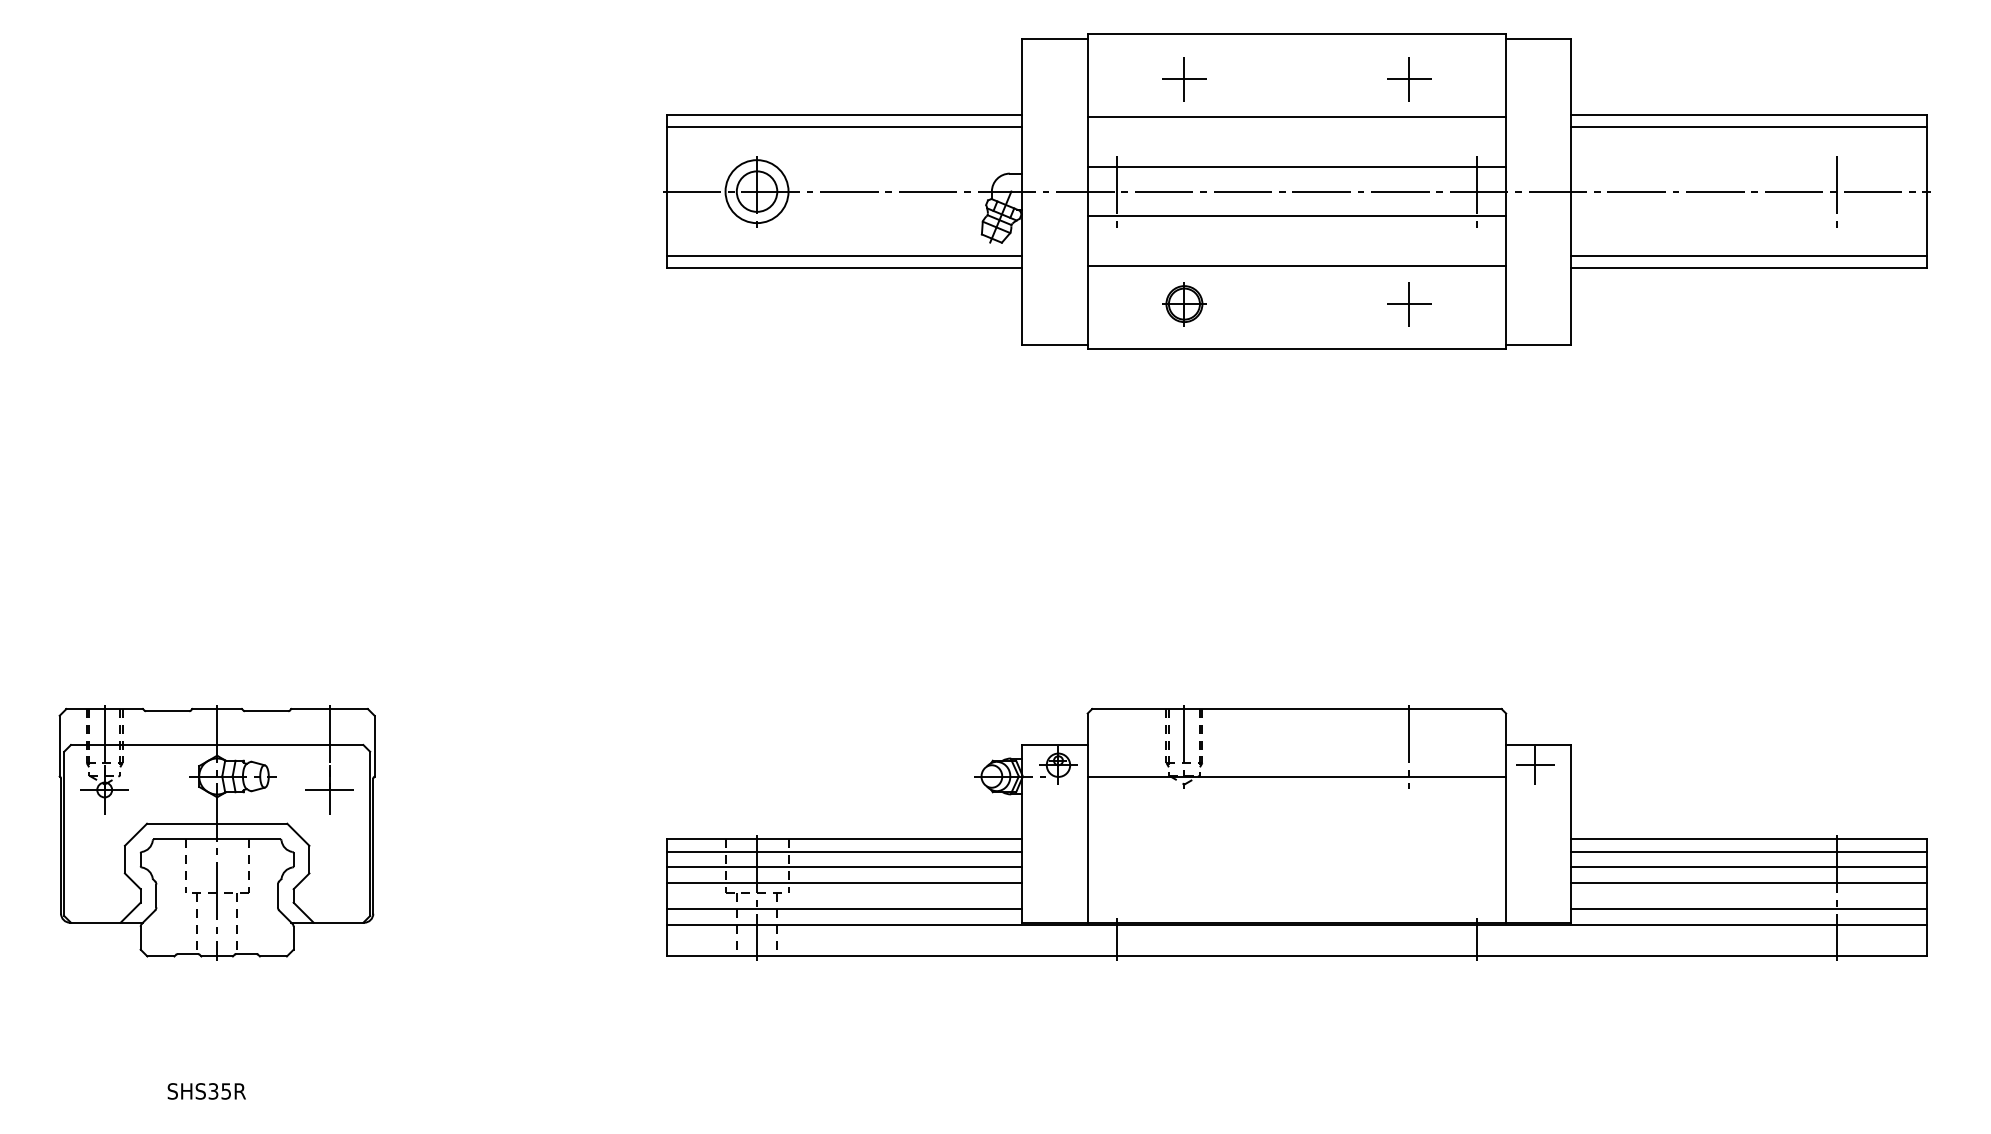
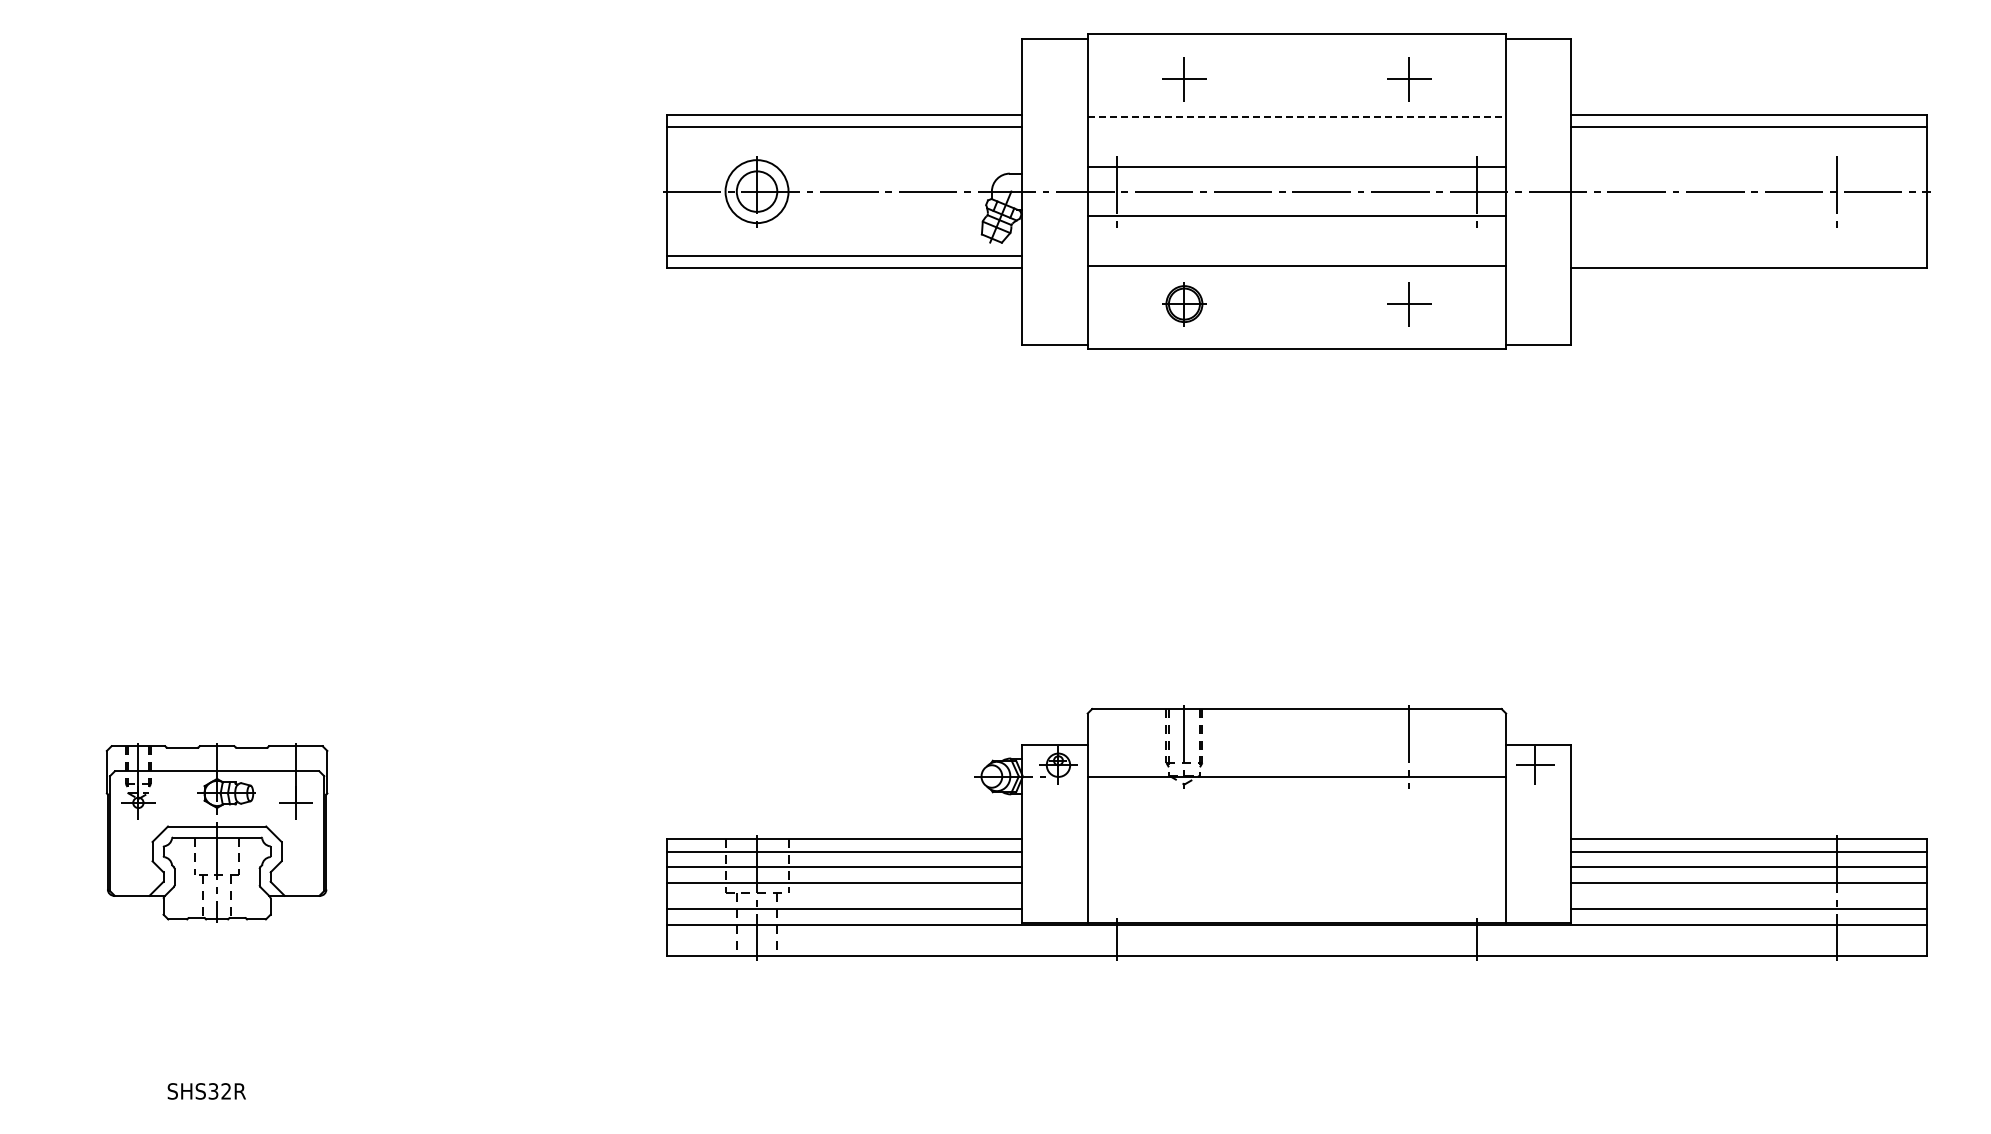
line at (1297, 117): solid -> dashed
line at (1748, 255): present -> none
part at (216, 832) size: 318x256 px -> 224x180 px
text at (225, 1091): SHS35R -> SHS32R
